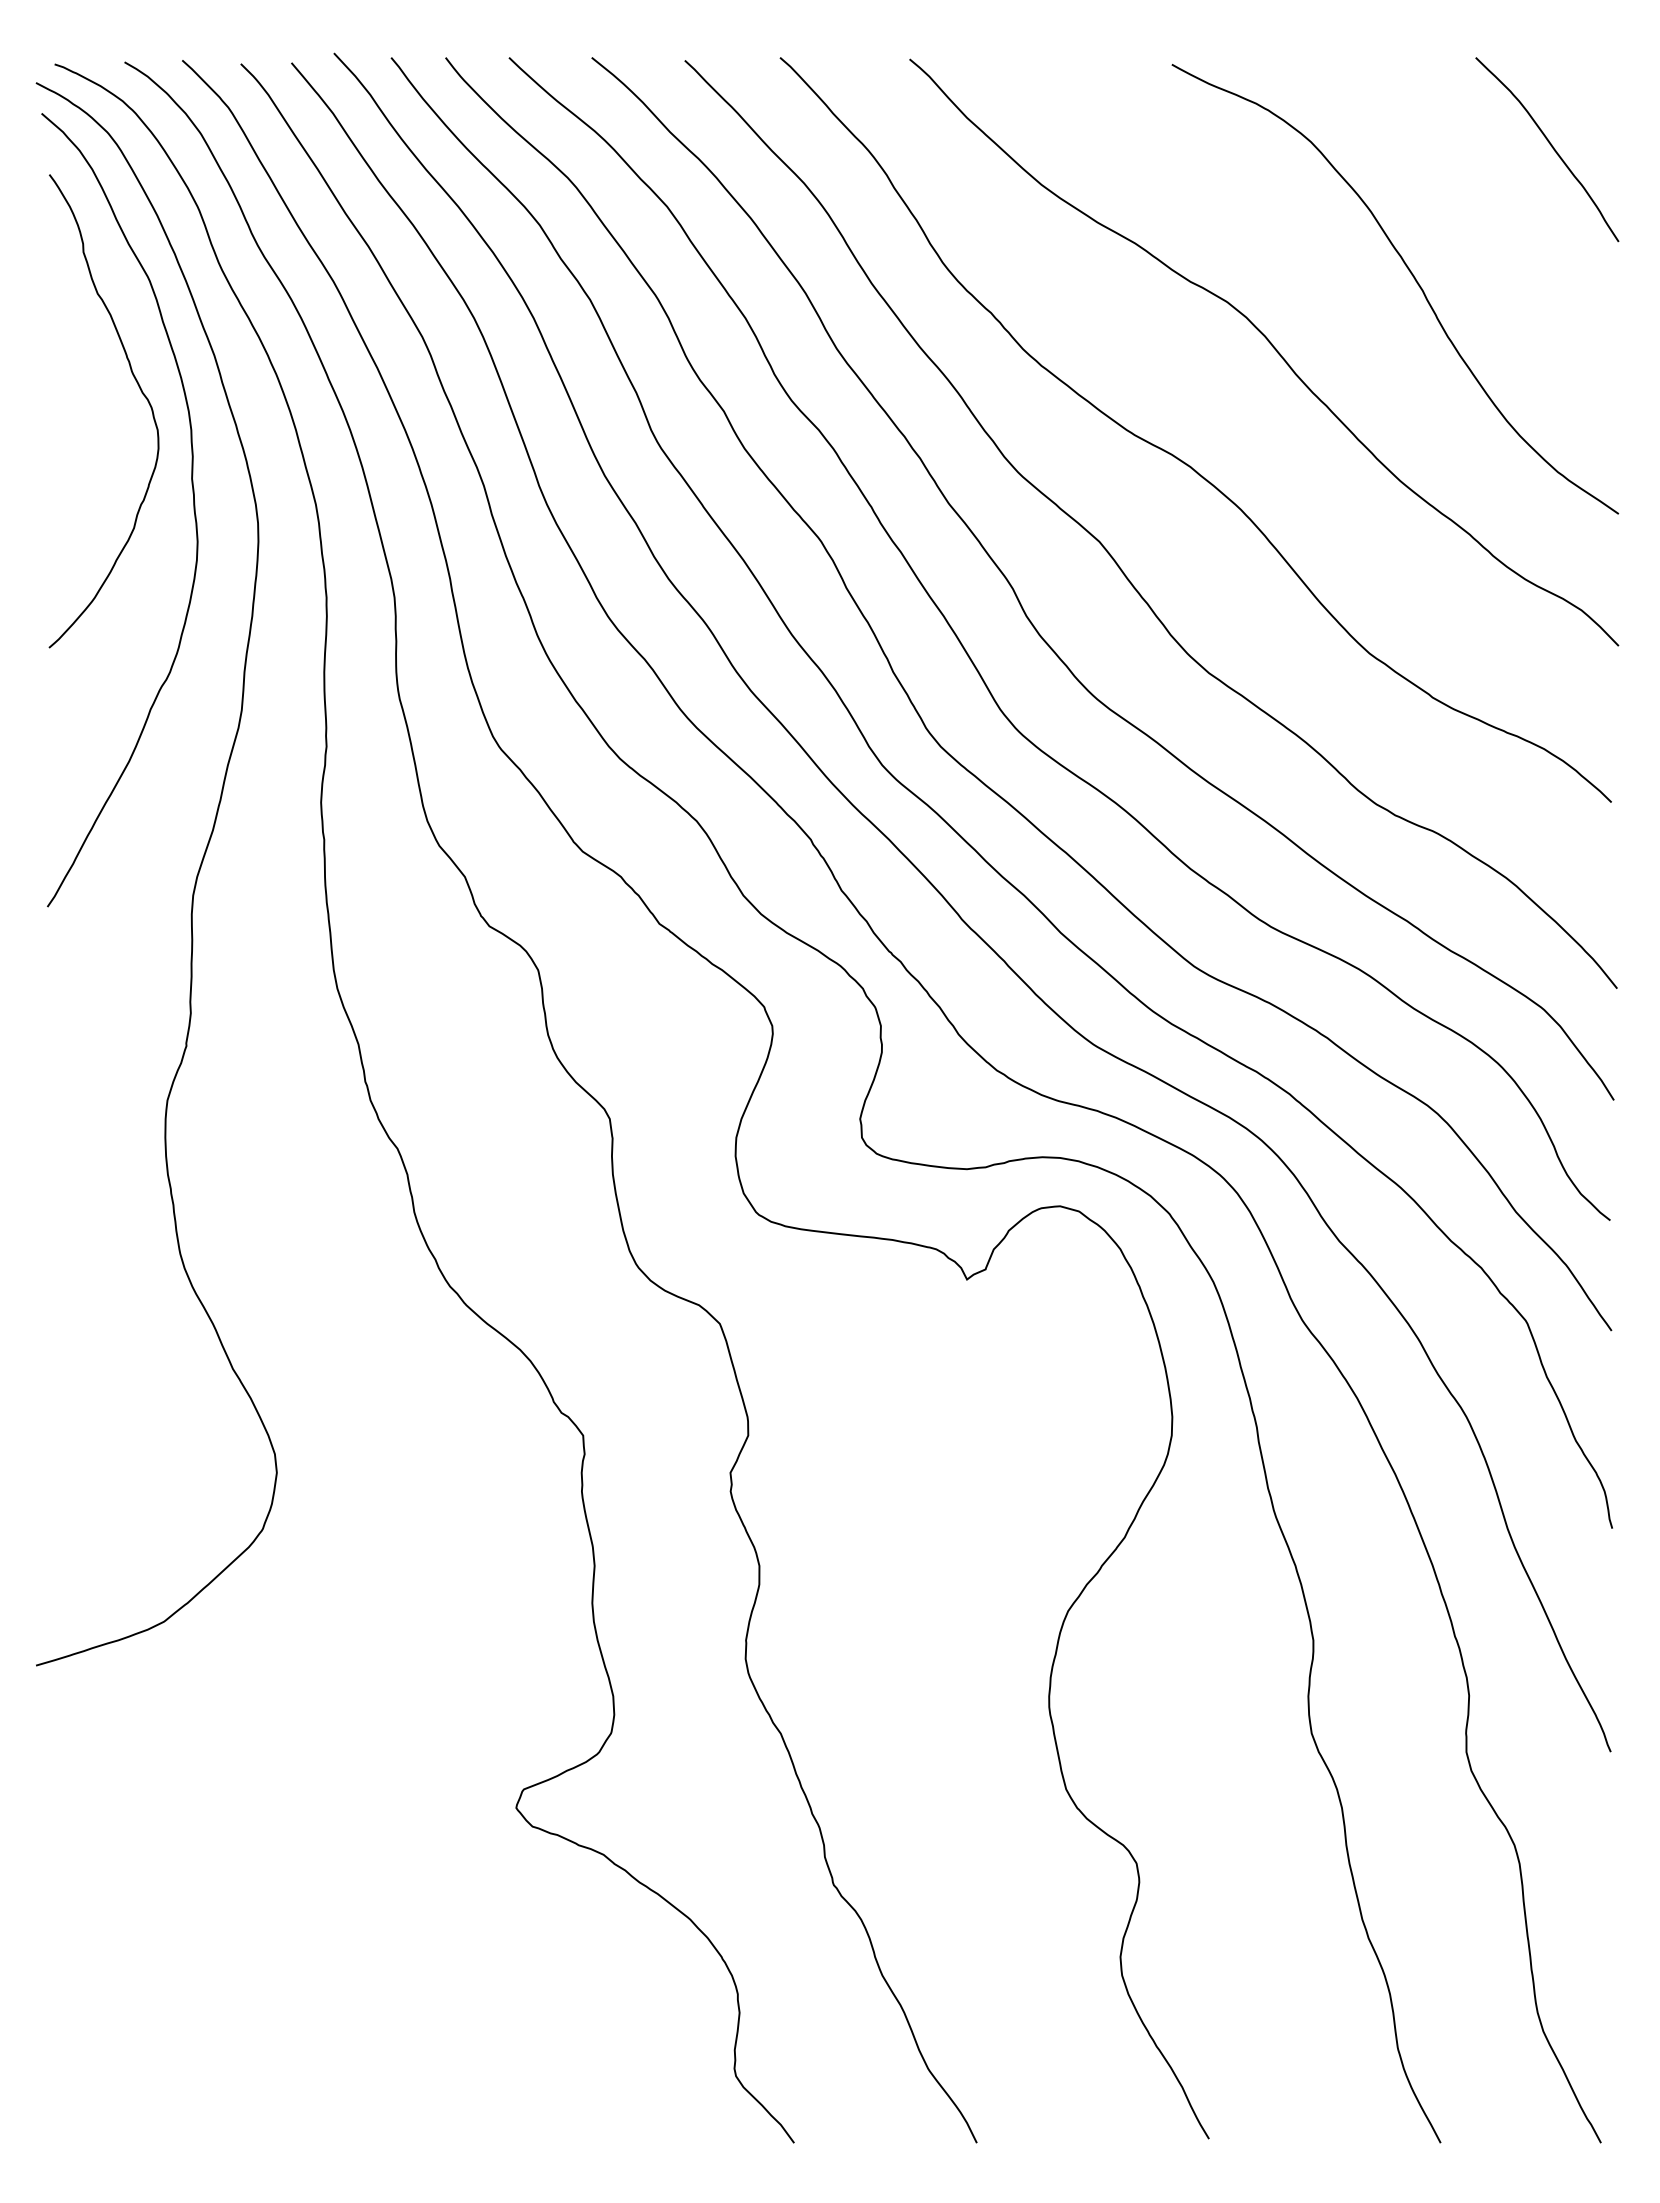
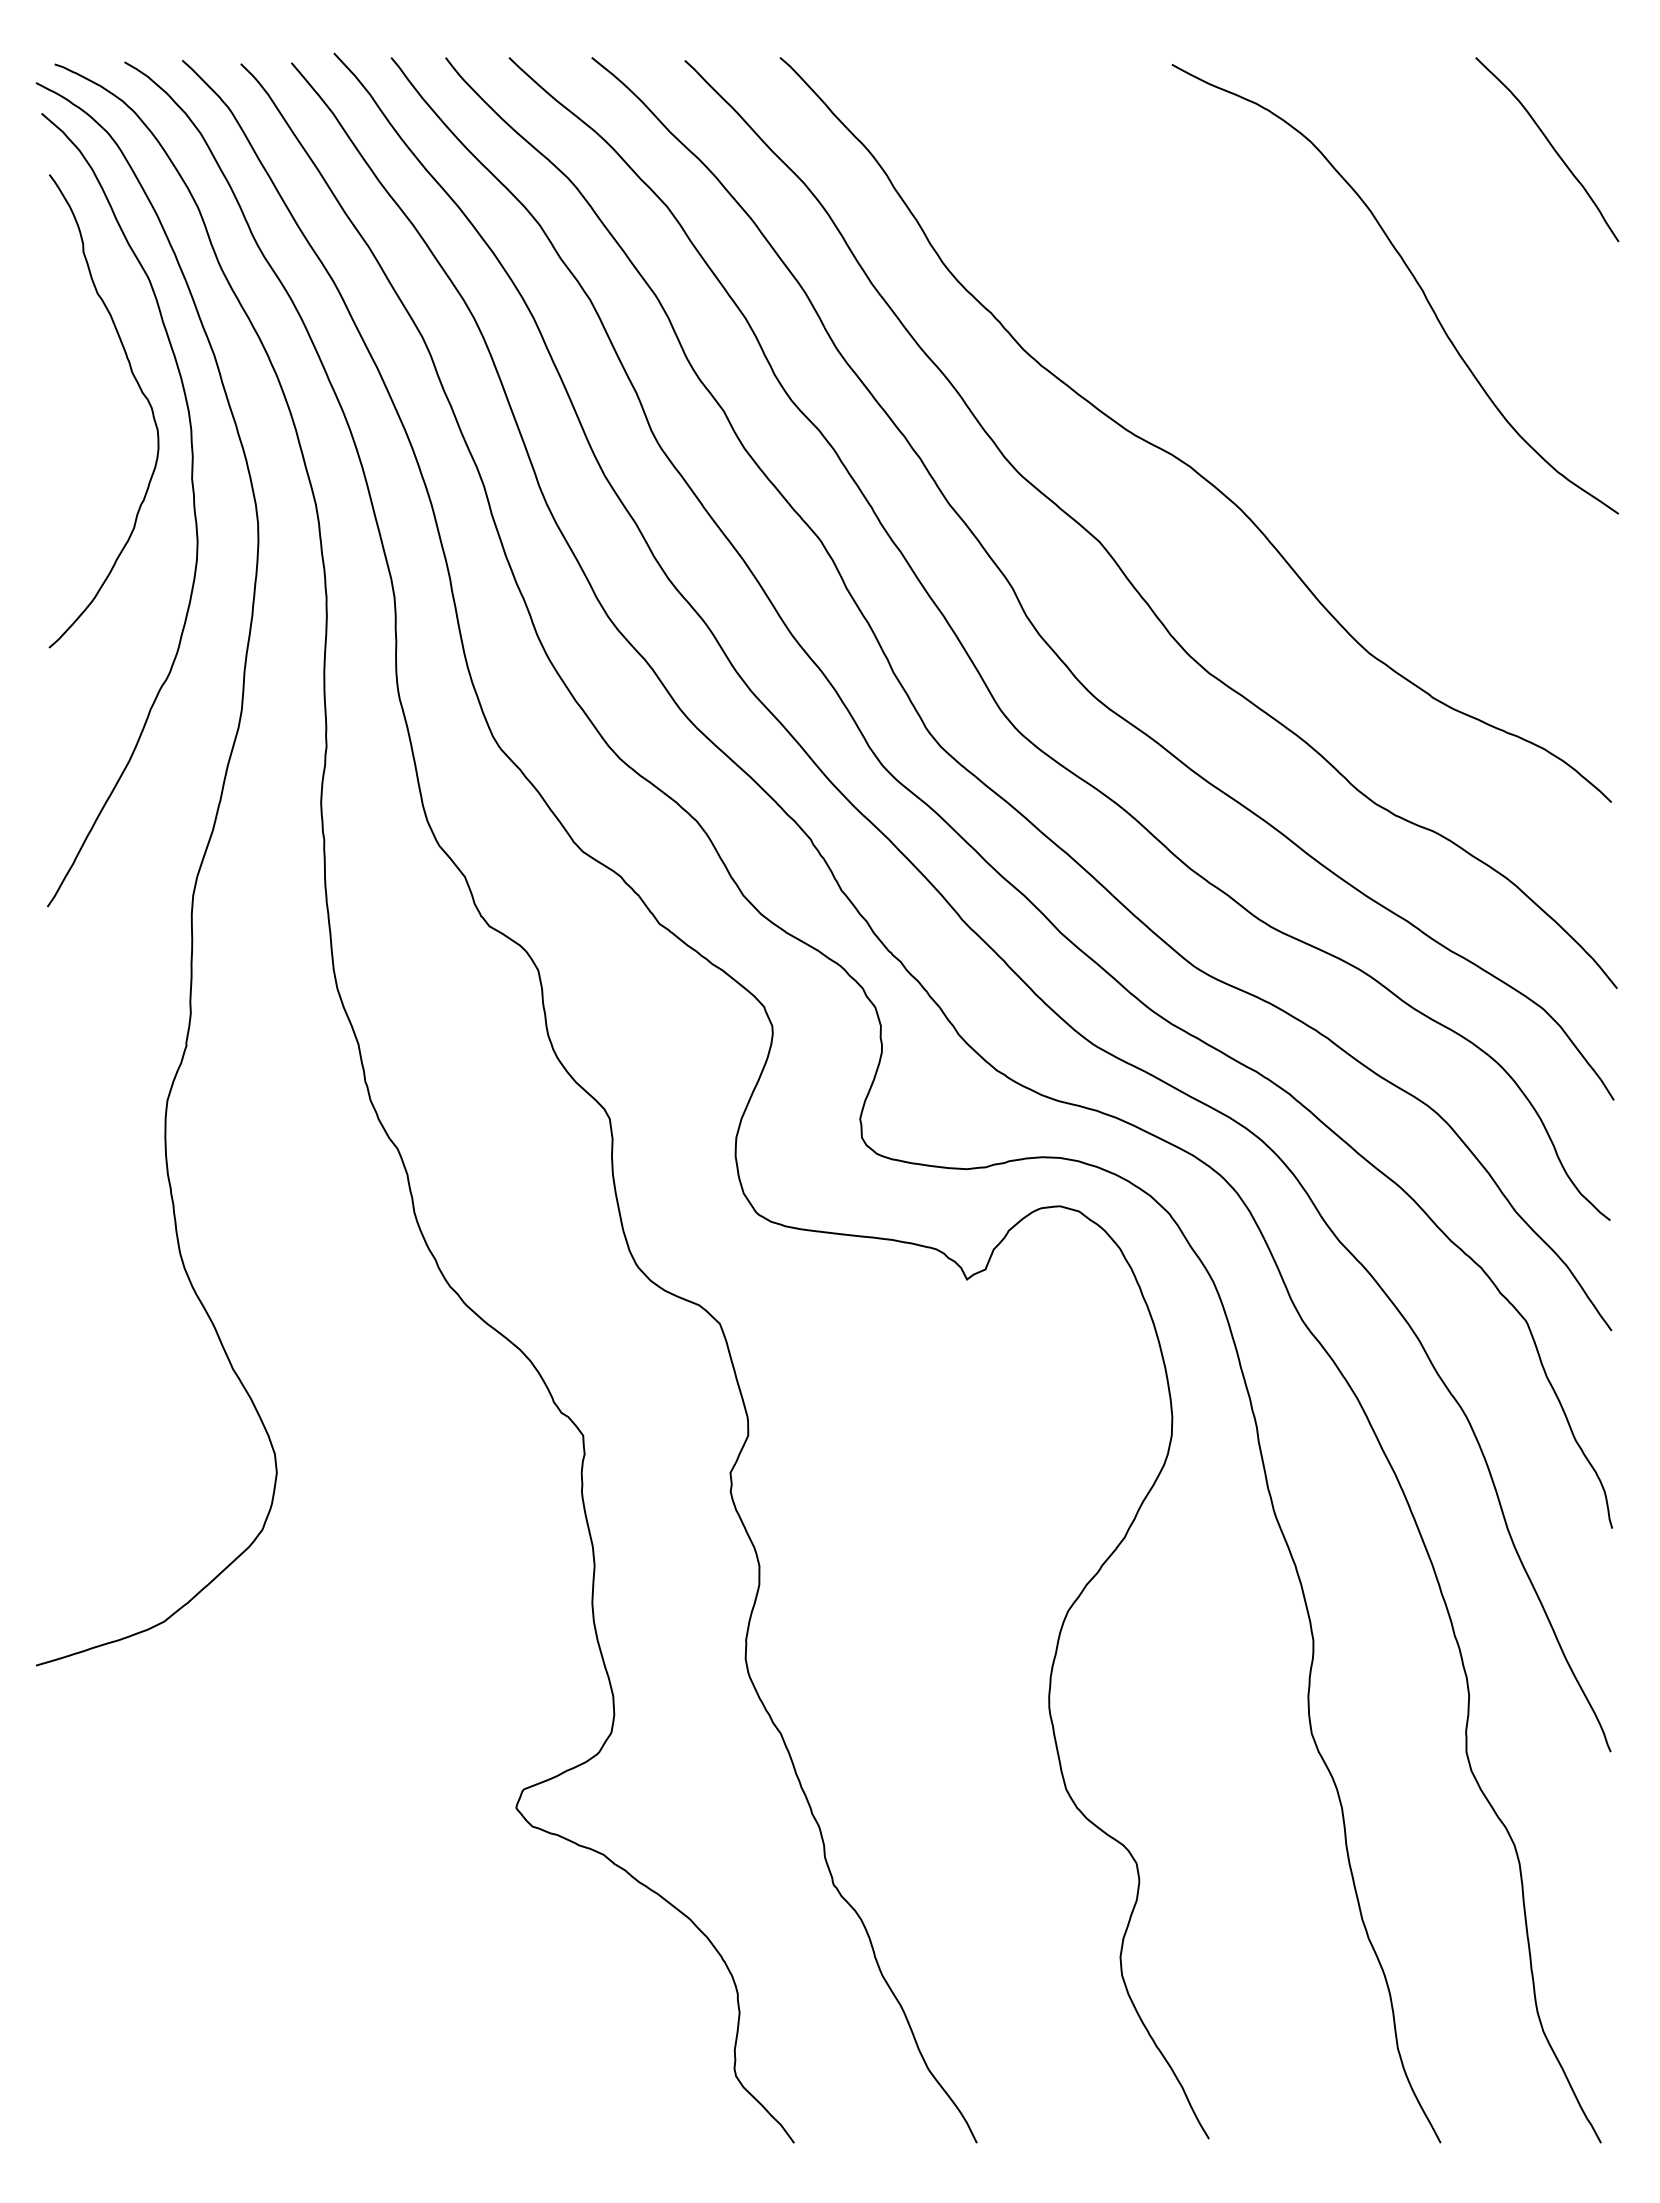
curve at (1272, 347): present -> none
